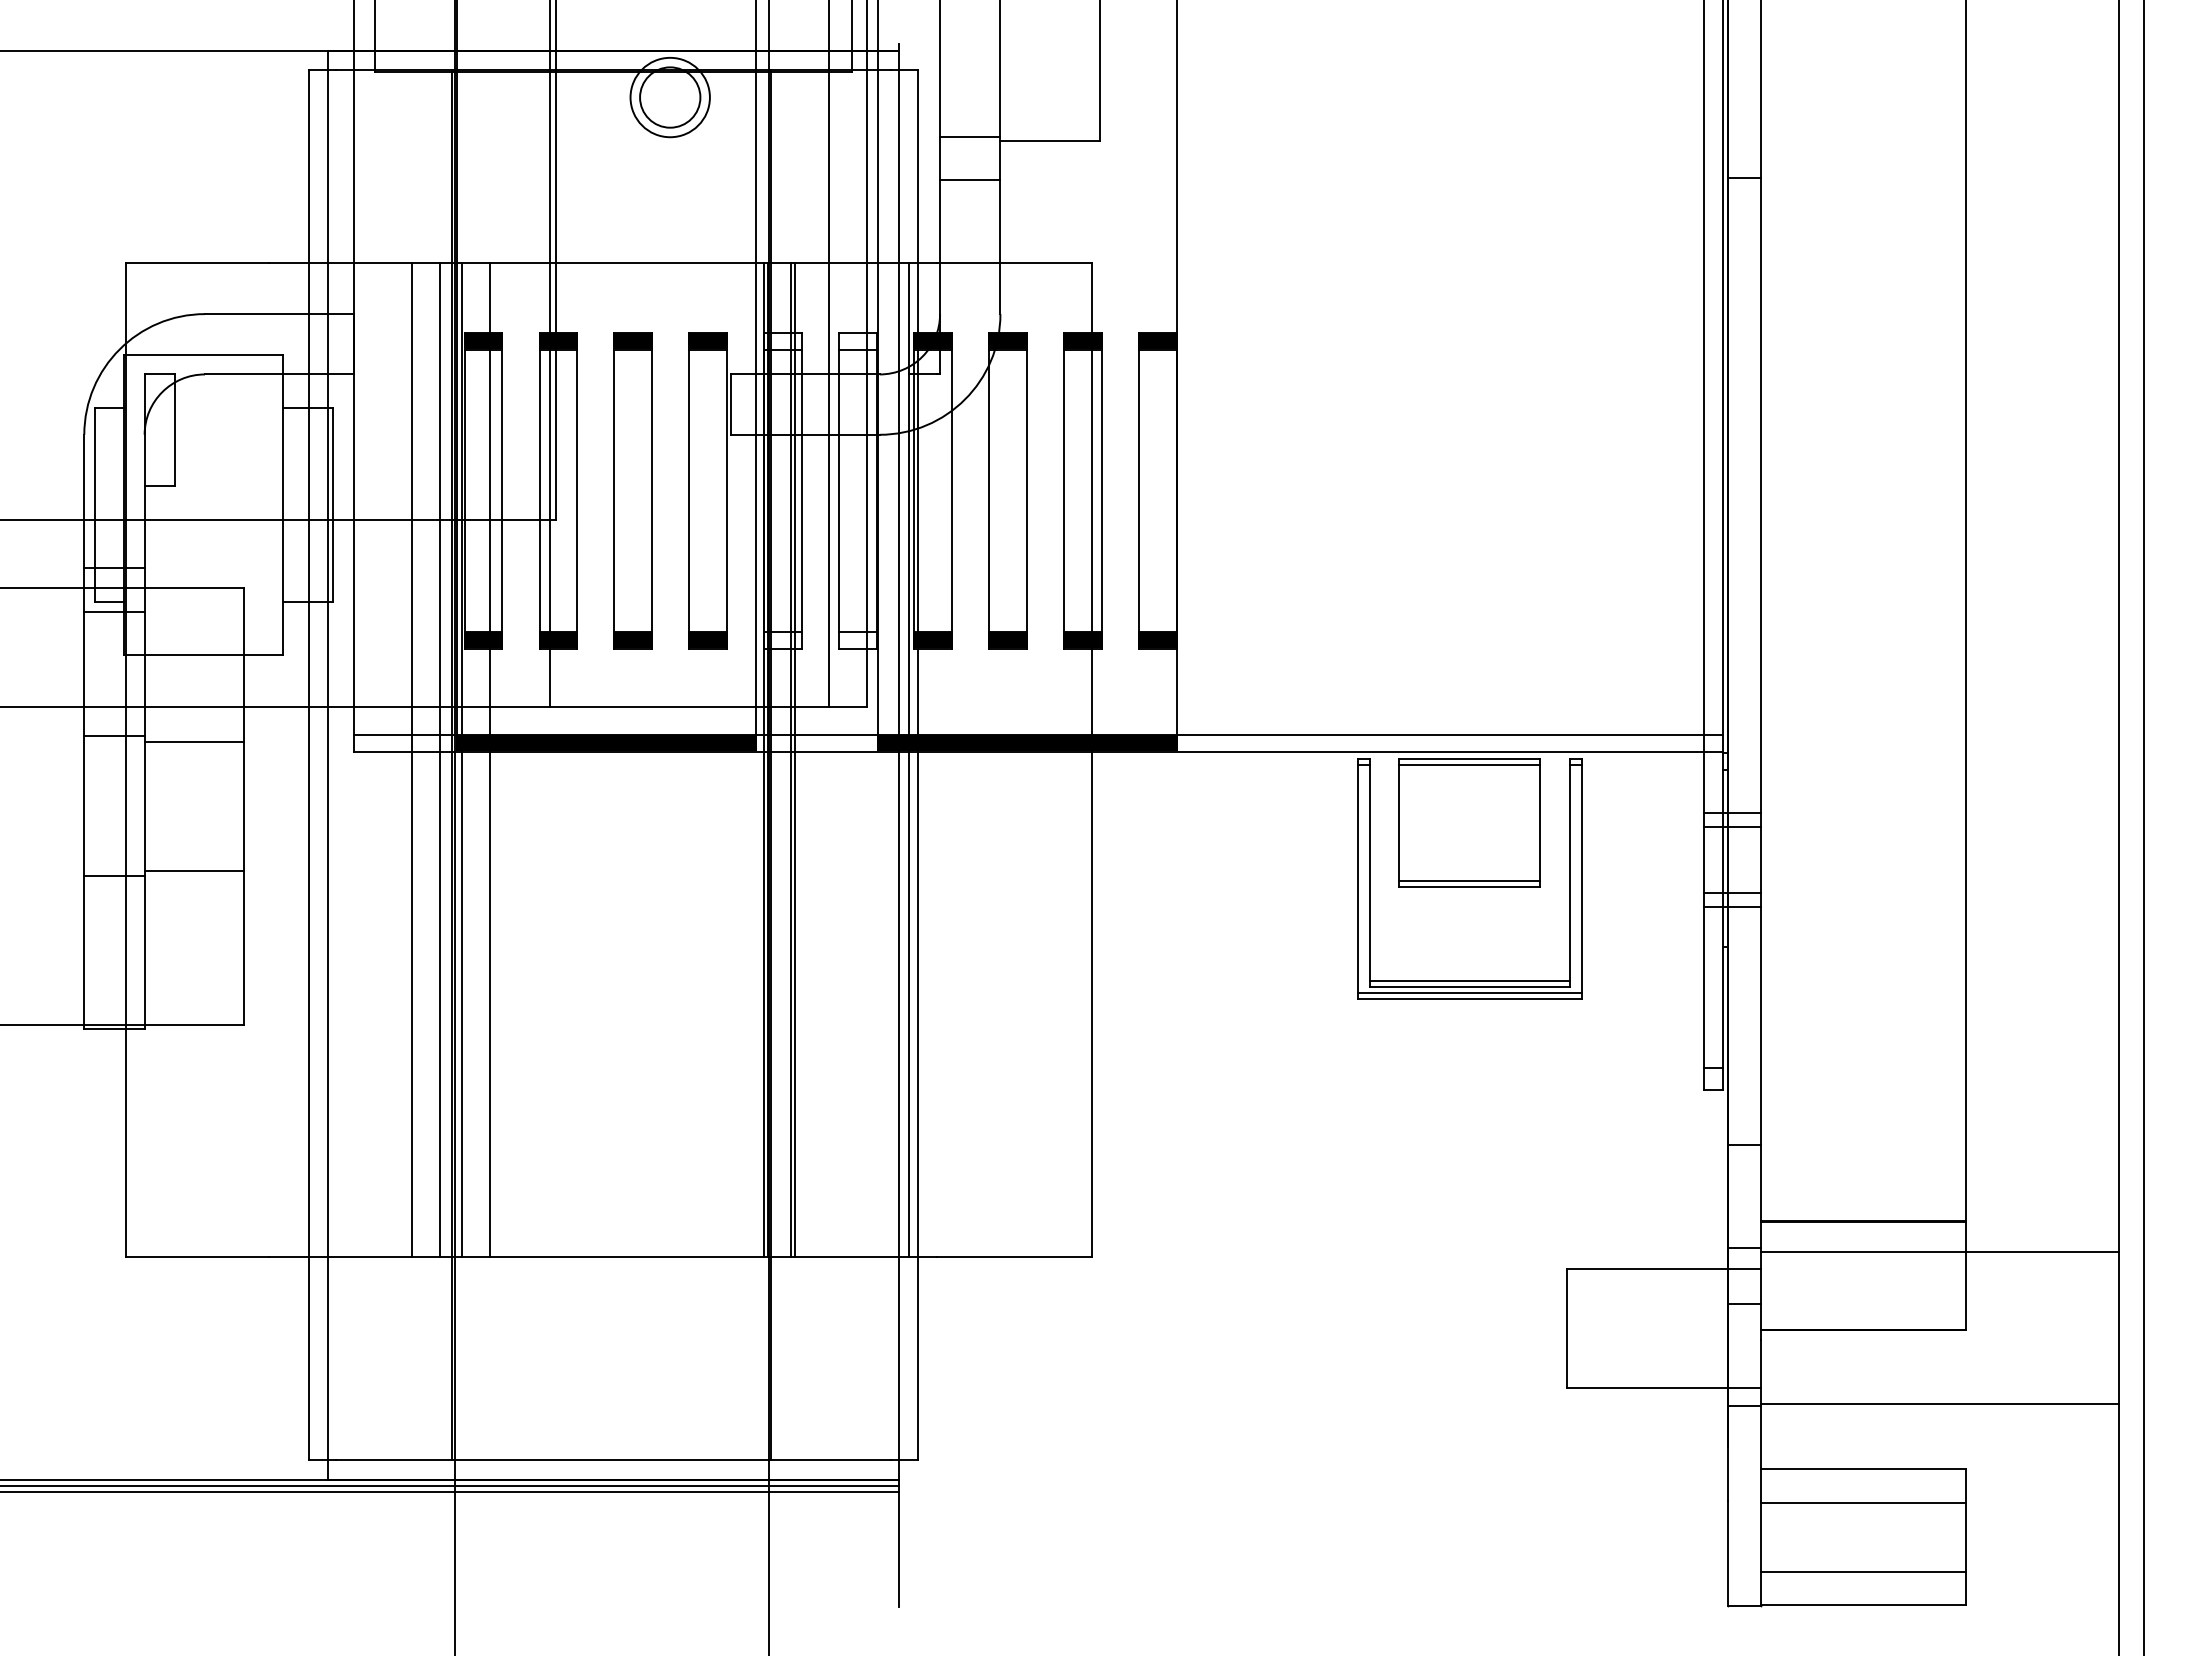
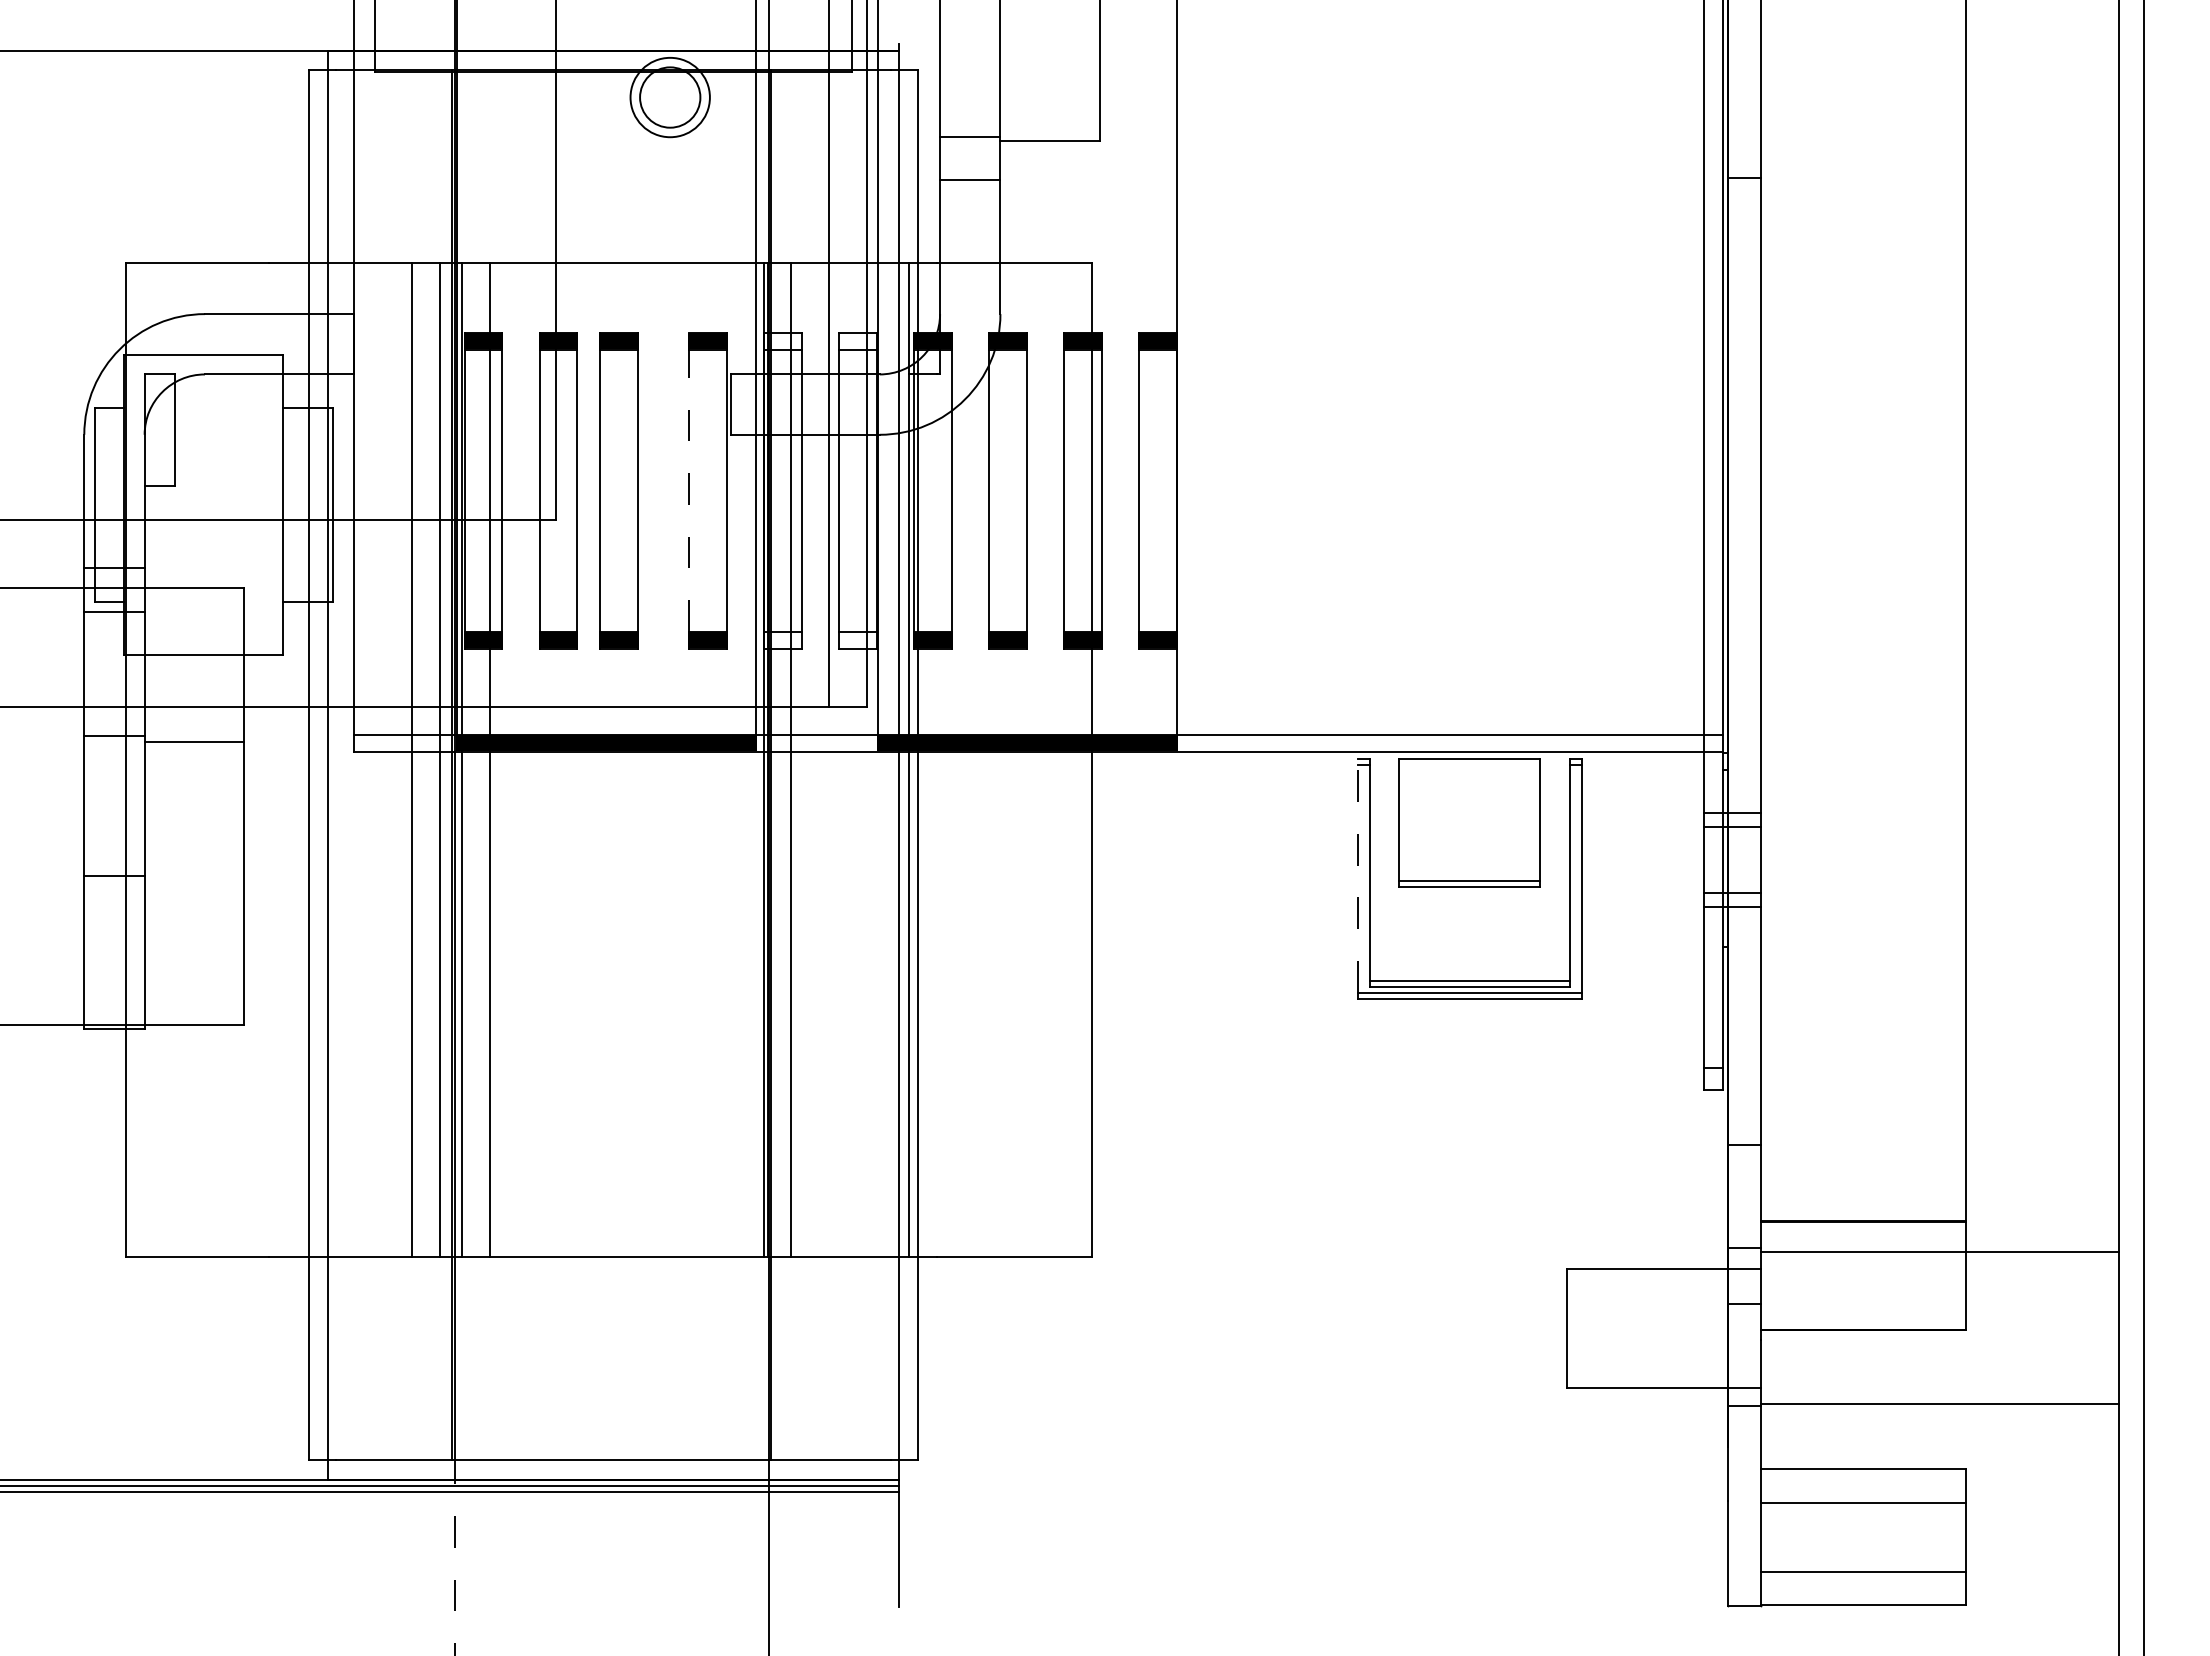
line at (549, 354): present -> none
line at (689, 482): solid -> dashed
part at (632, 490) position: (632, 490) -> (618, 490)
line at (794, 760): present -> none
line at (1469, 764): present -> none
line at (193, 870): present -> none
line at (1357, 875): solid -> dashed
line at (454, 1557): solid -> dashed
